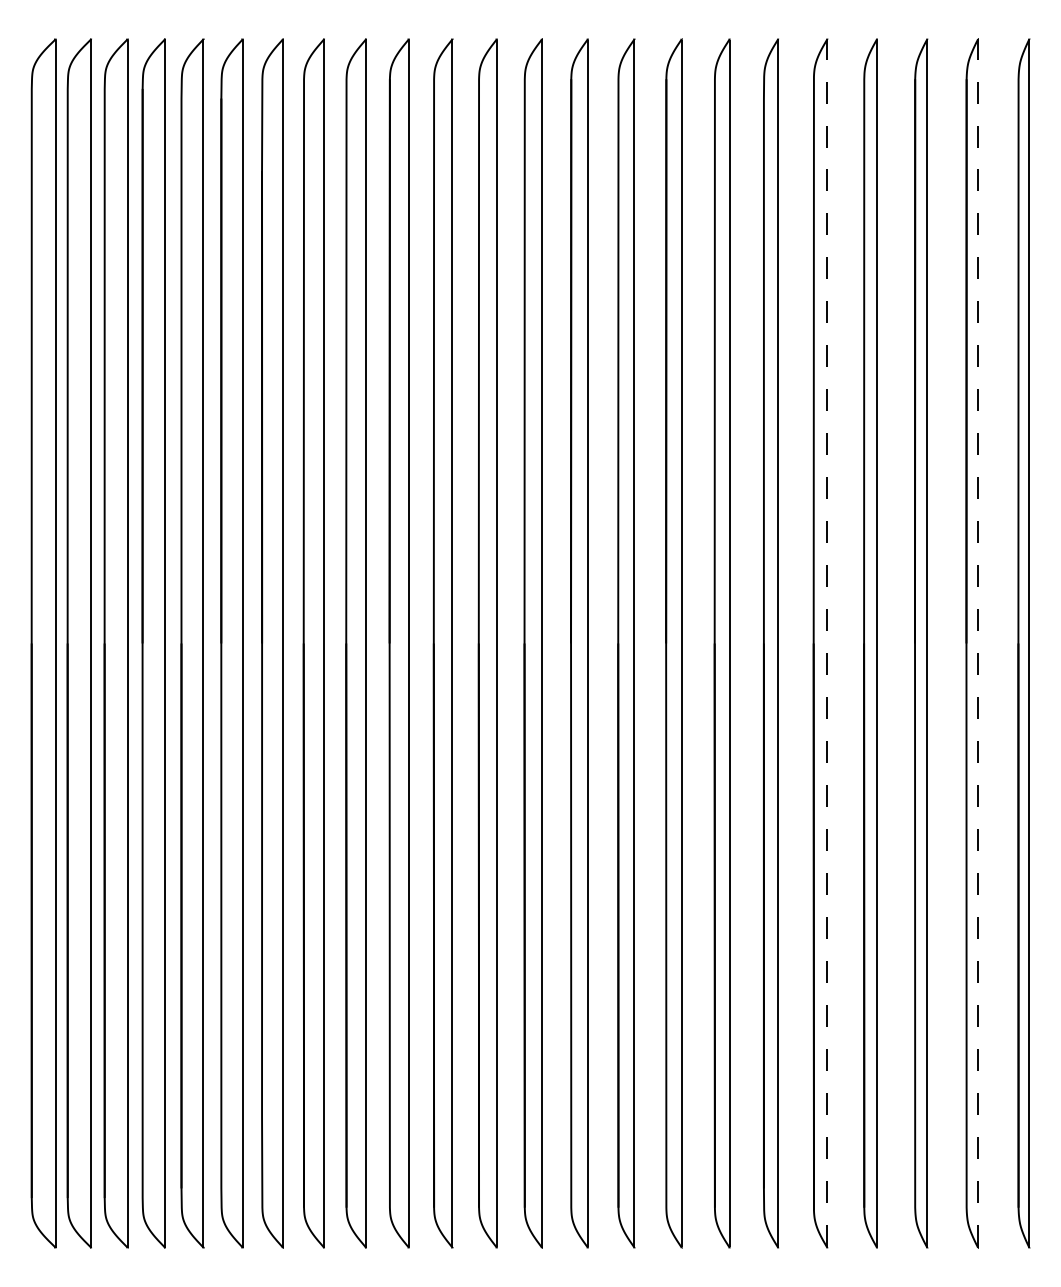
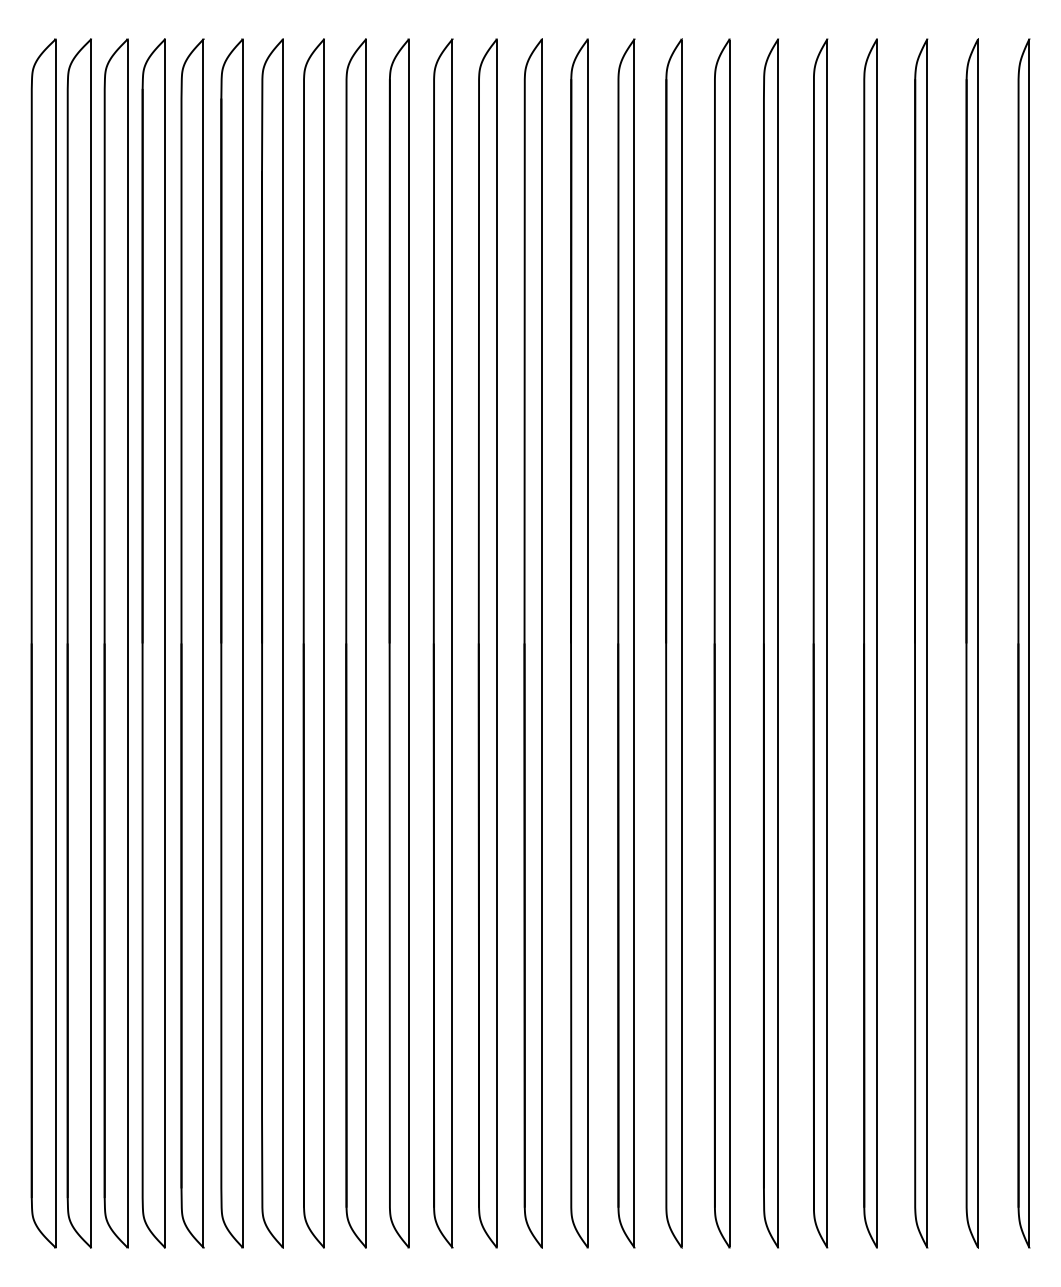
line at (827, 643): dashed -> solid
line at (977, 643): dashed -> solid
